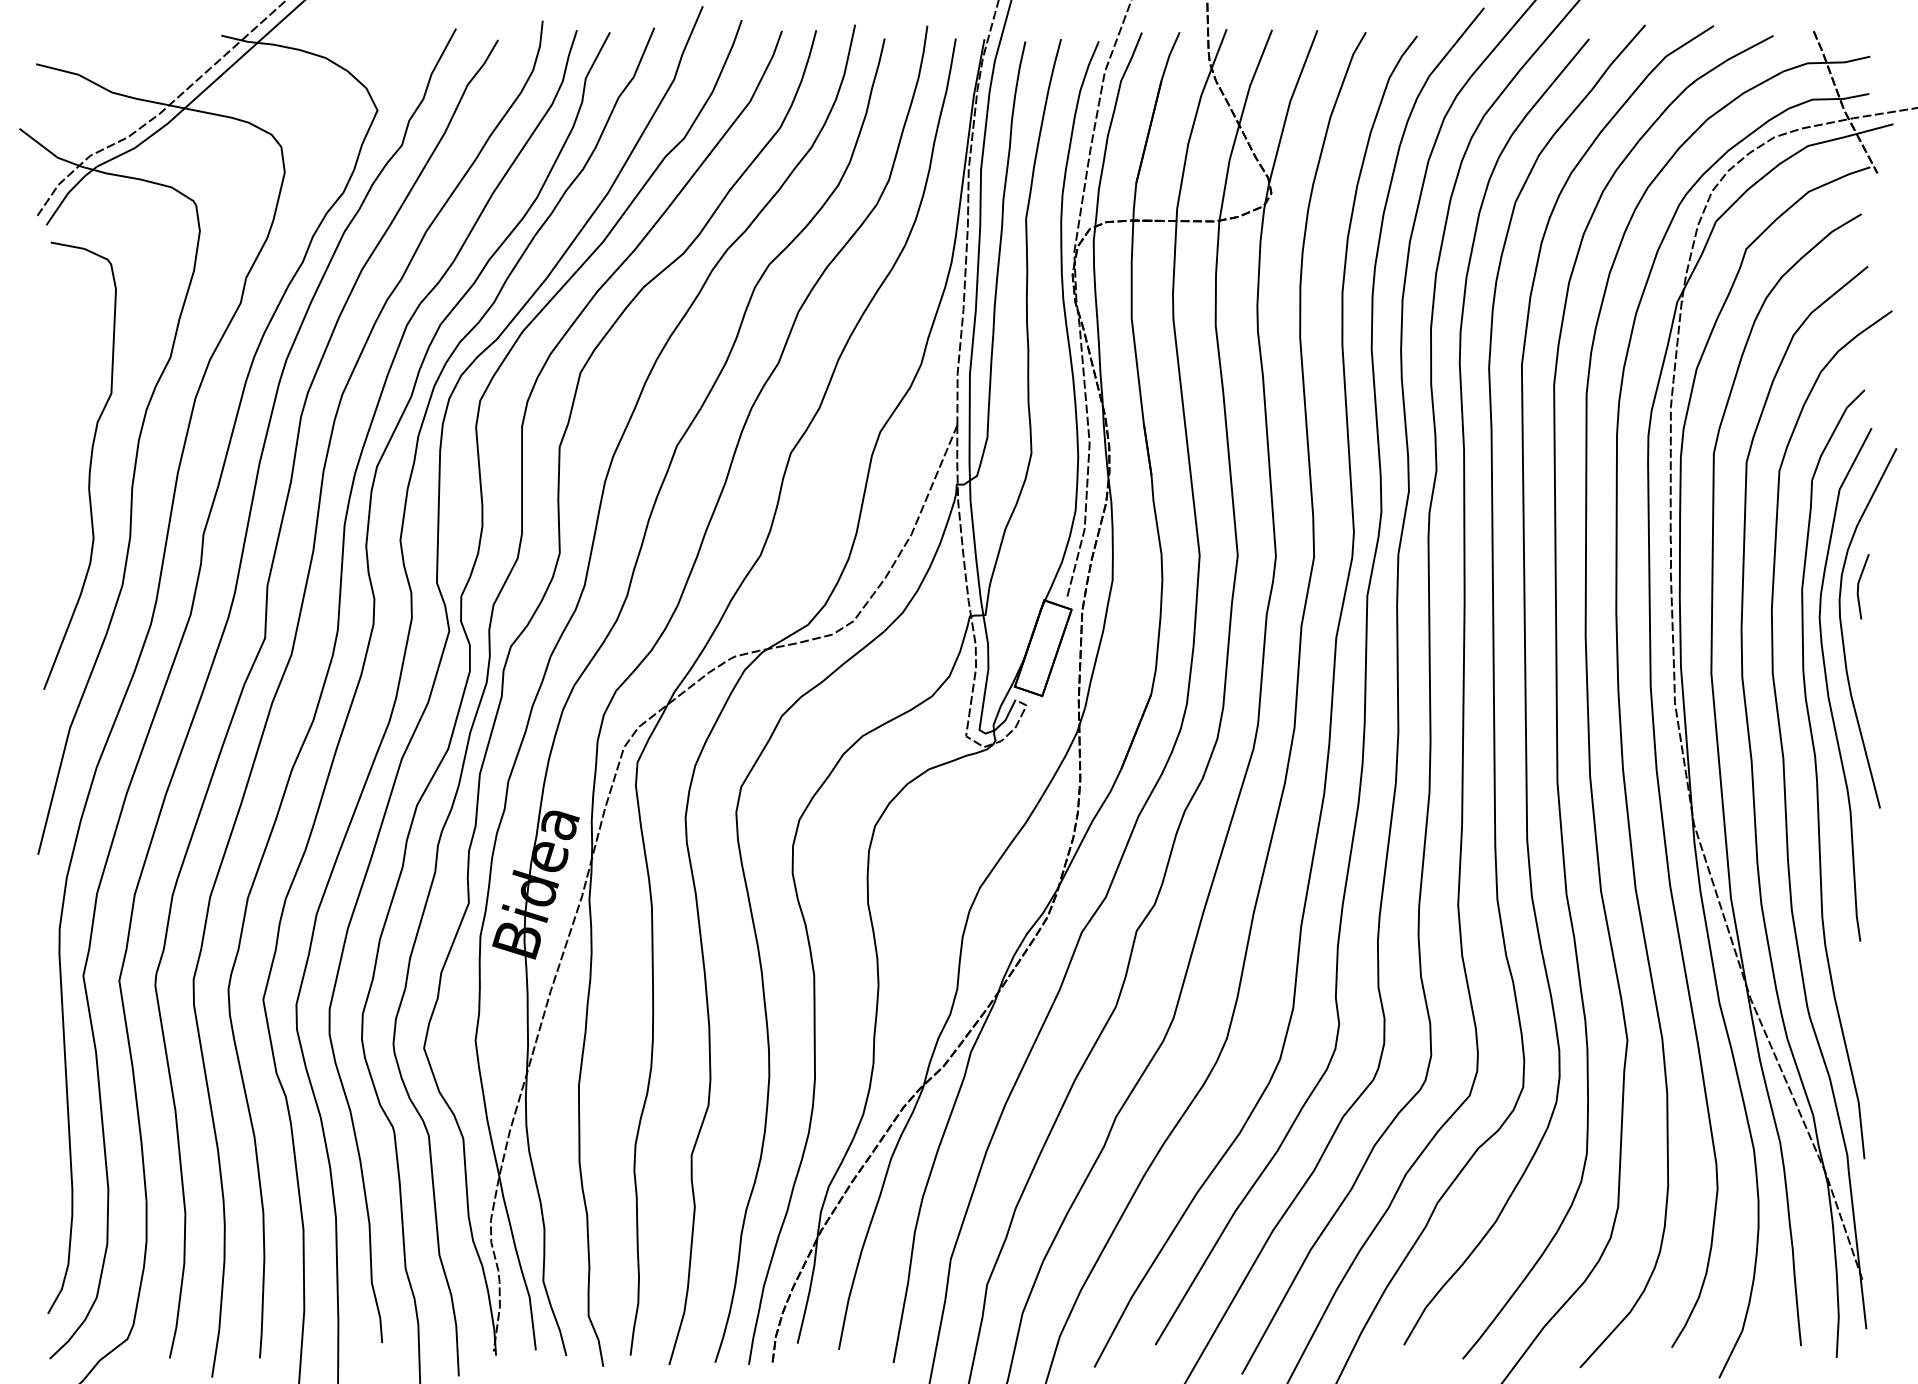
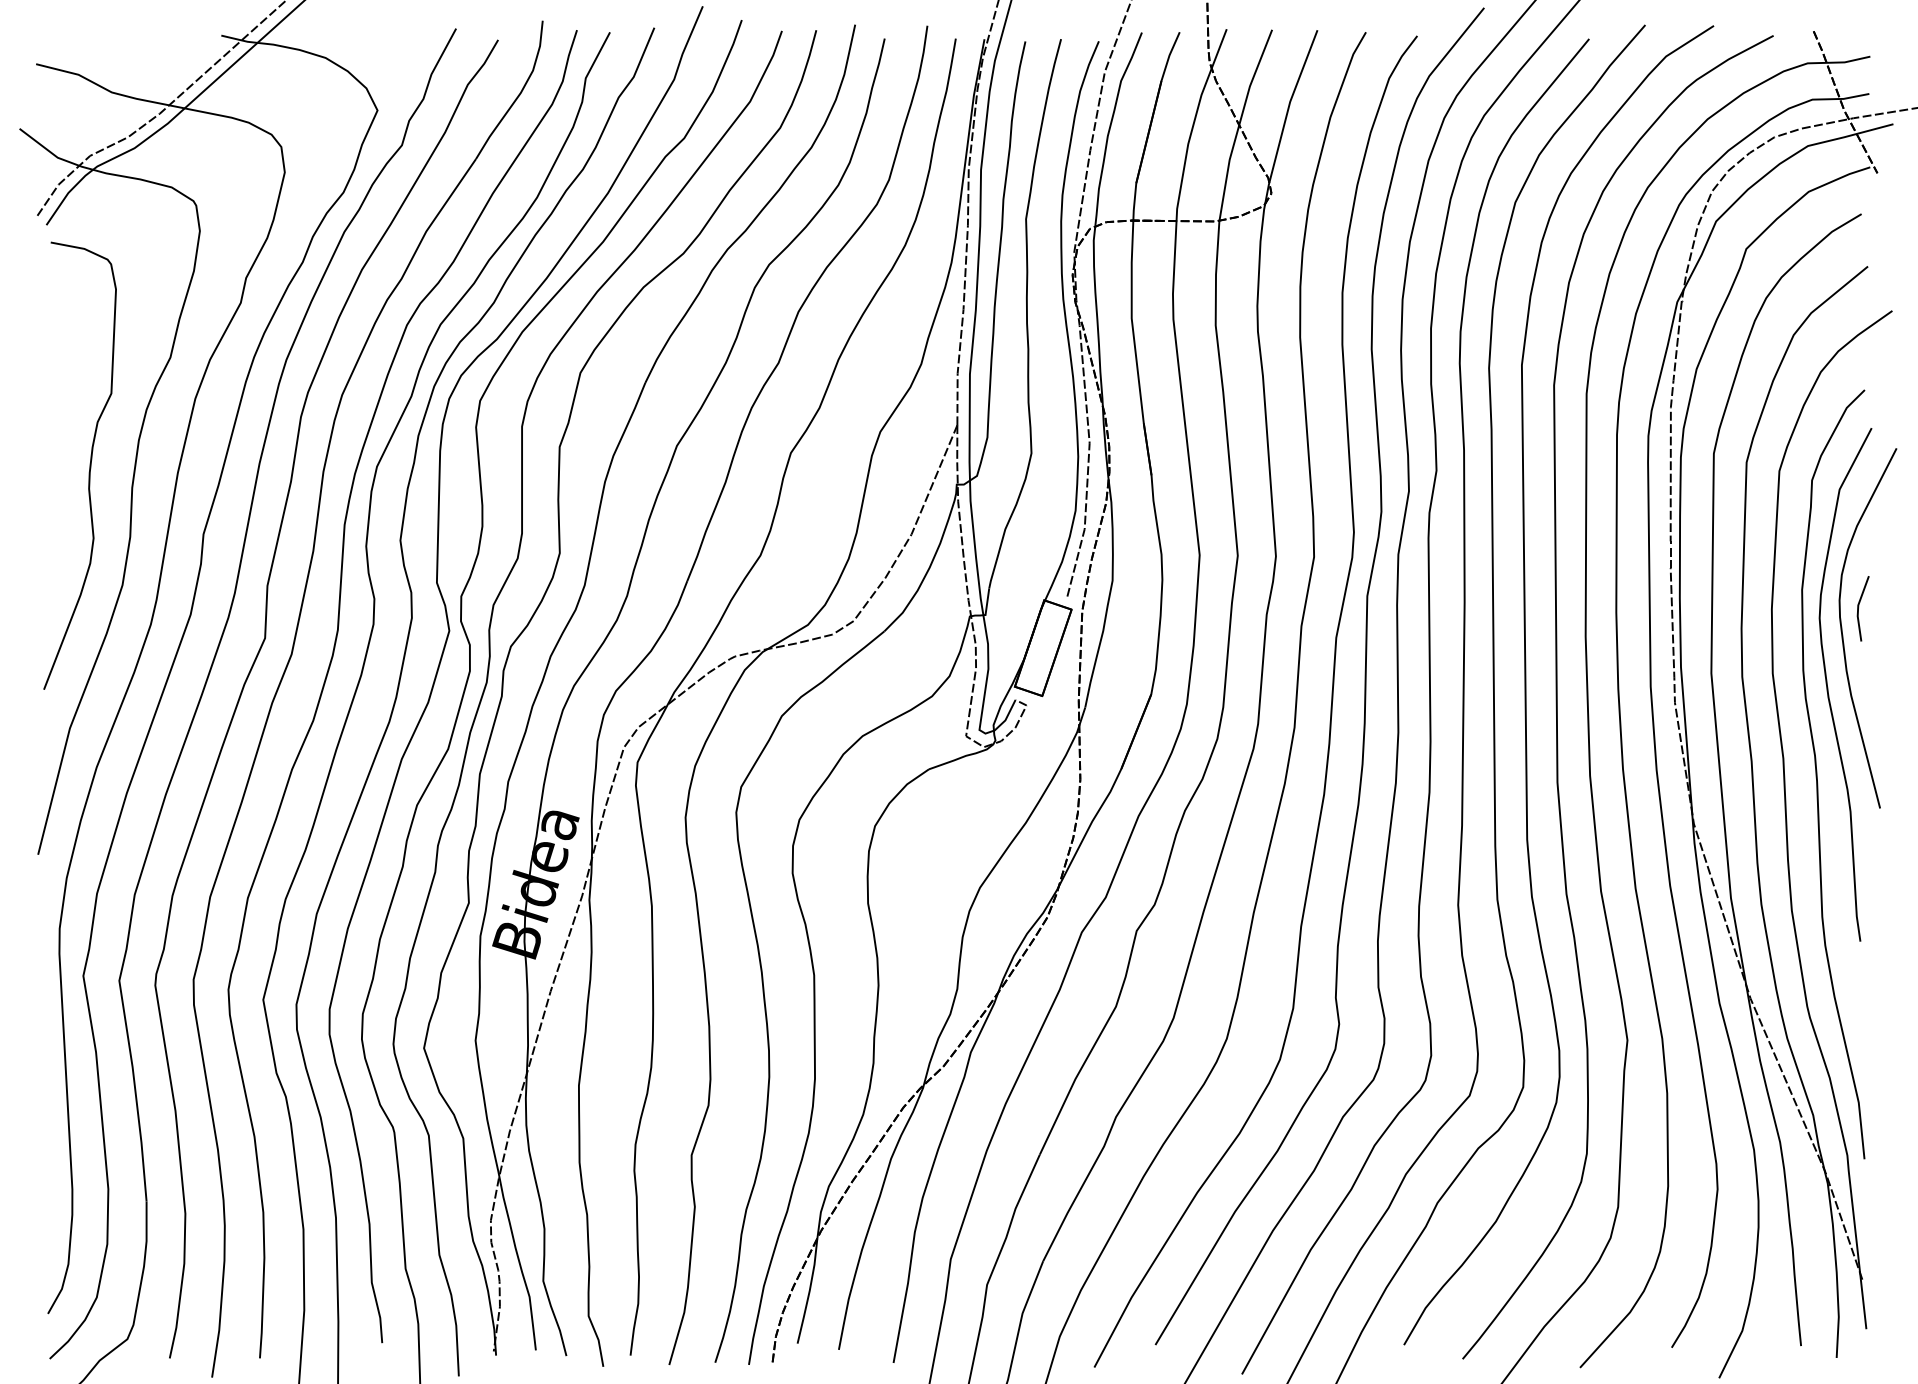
line at (1859, 585) position: (1859, 585) -> (1859, 607)
